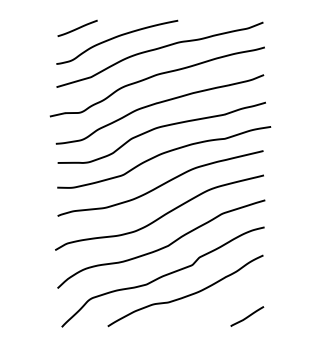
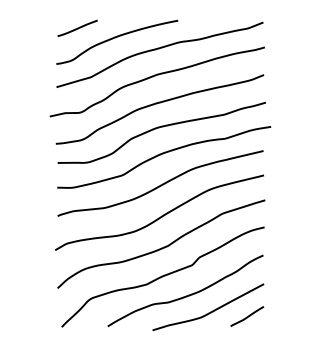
curve at (210, 311): none -> present
